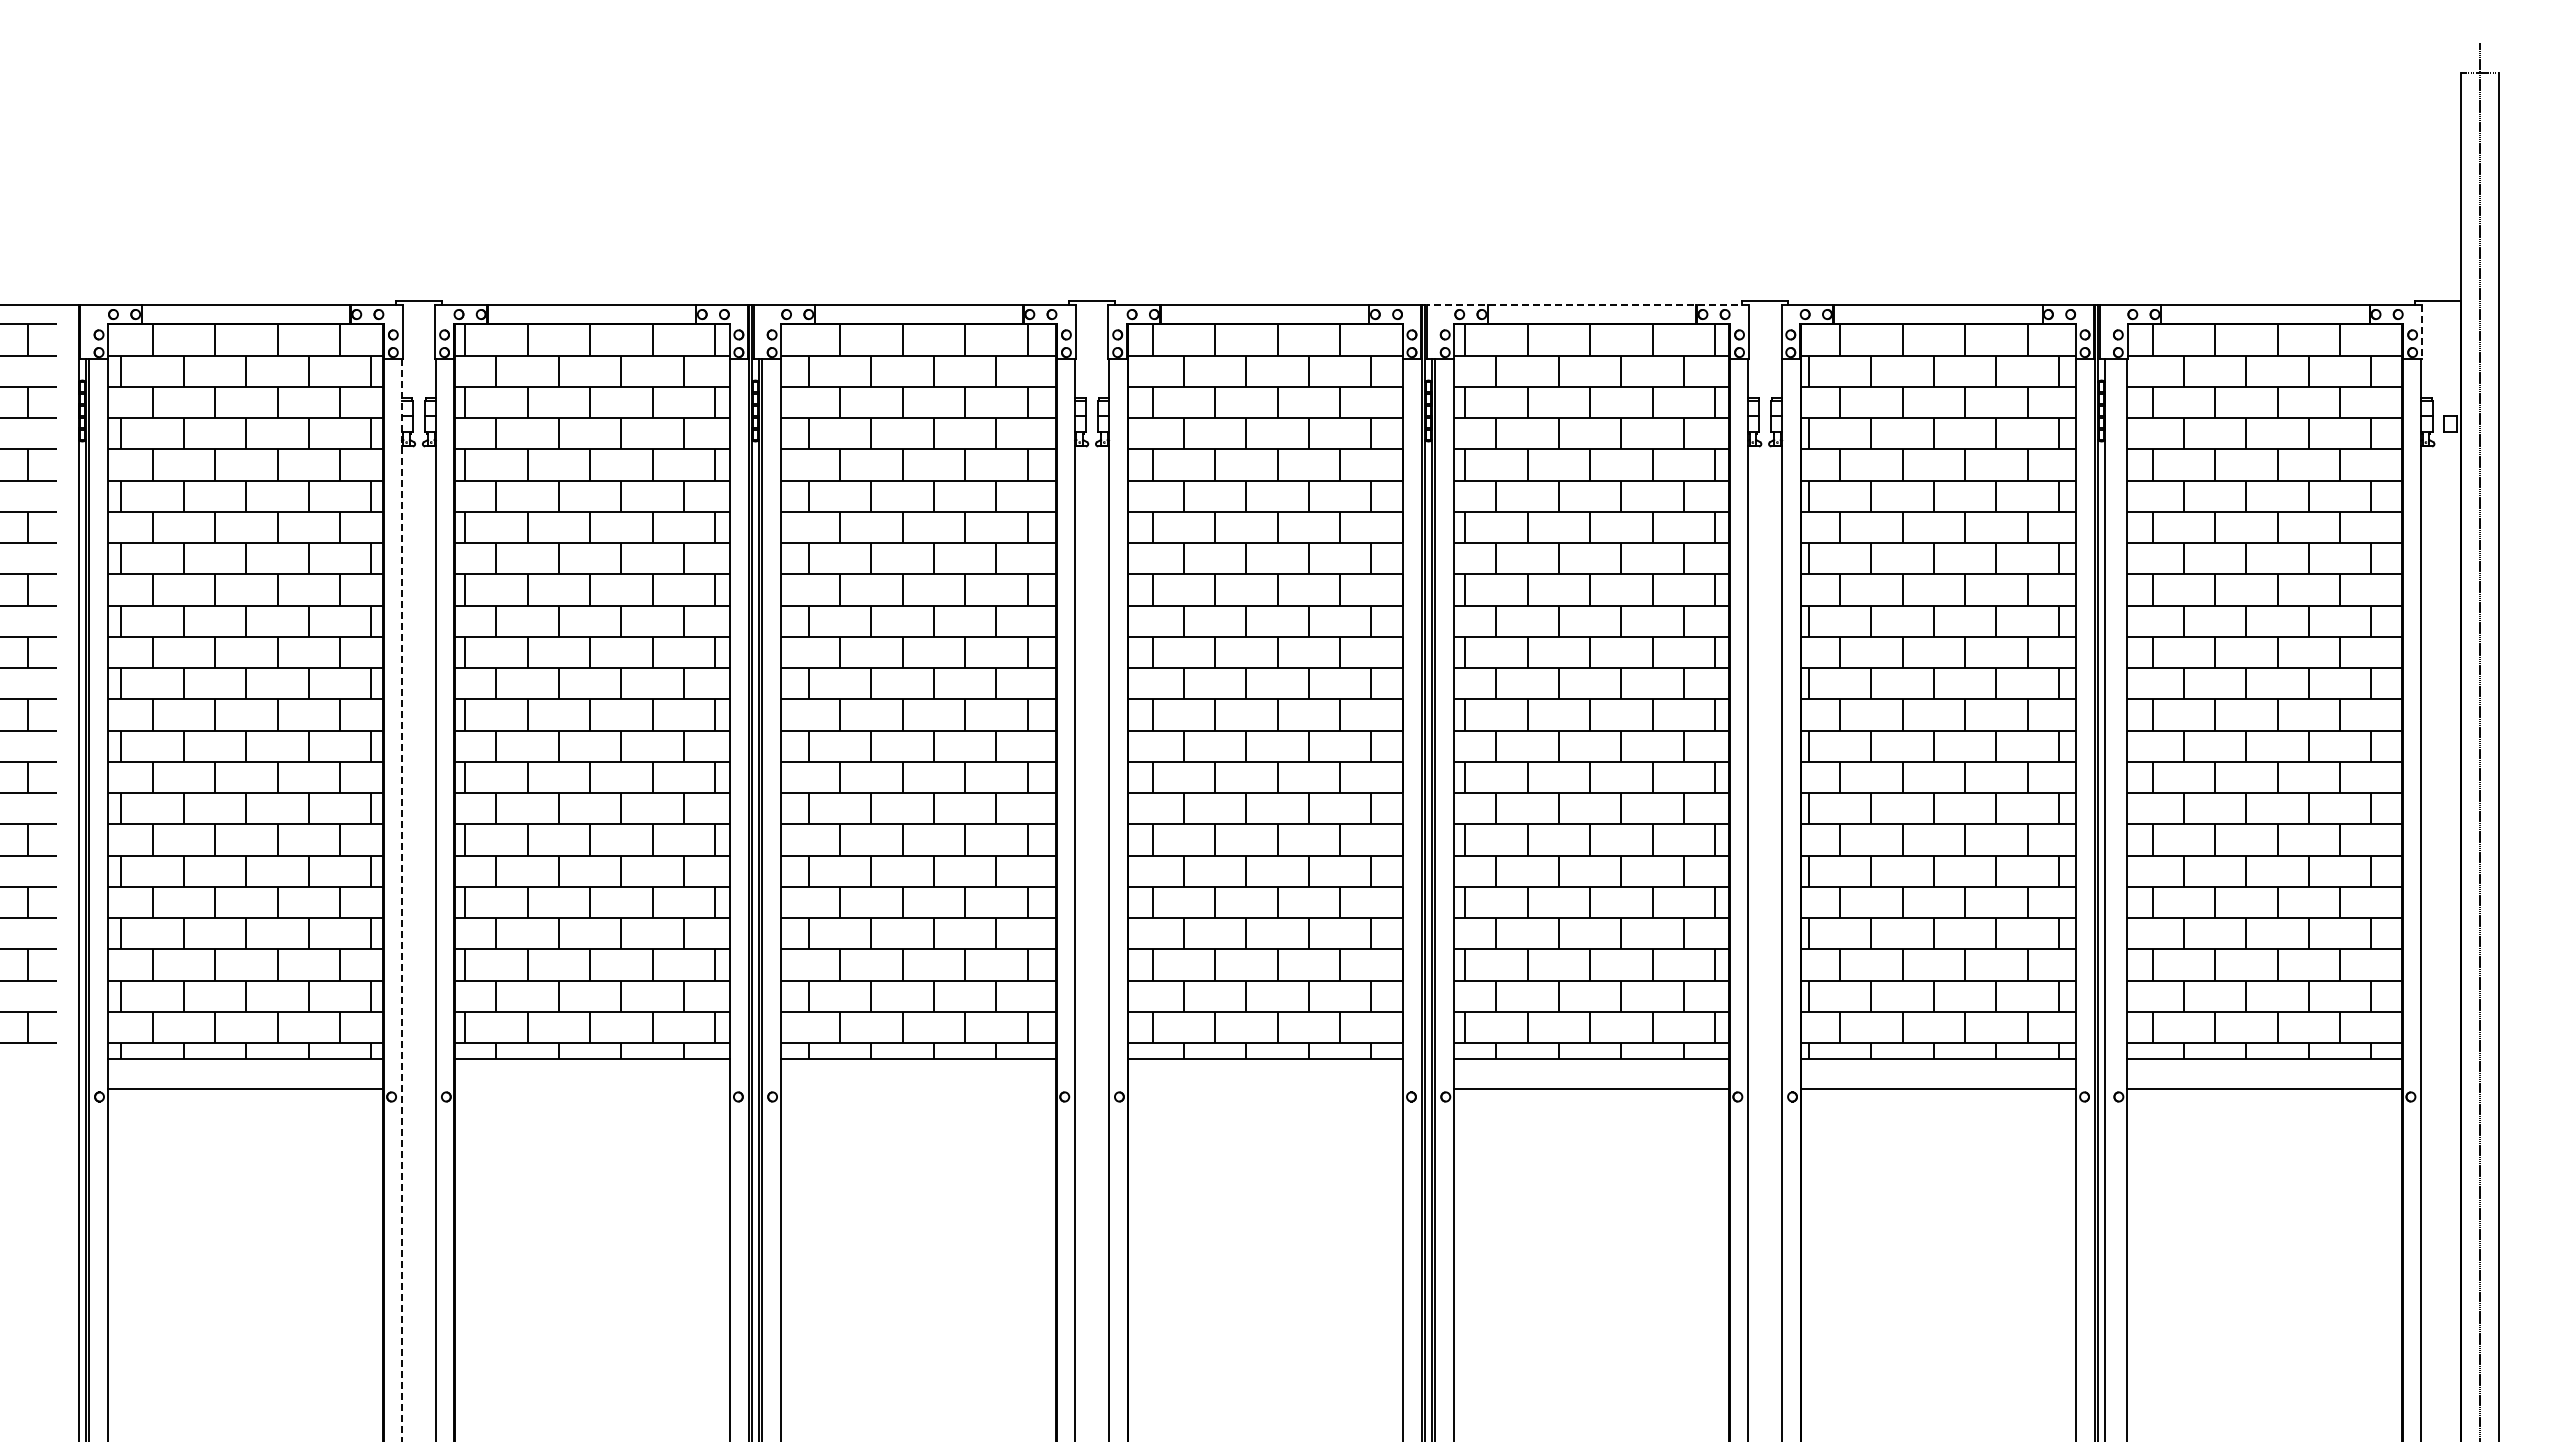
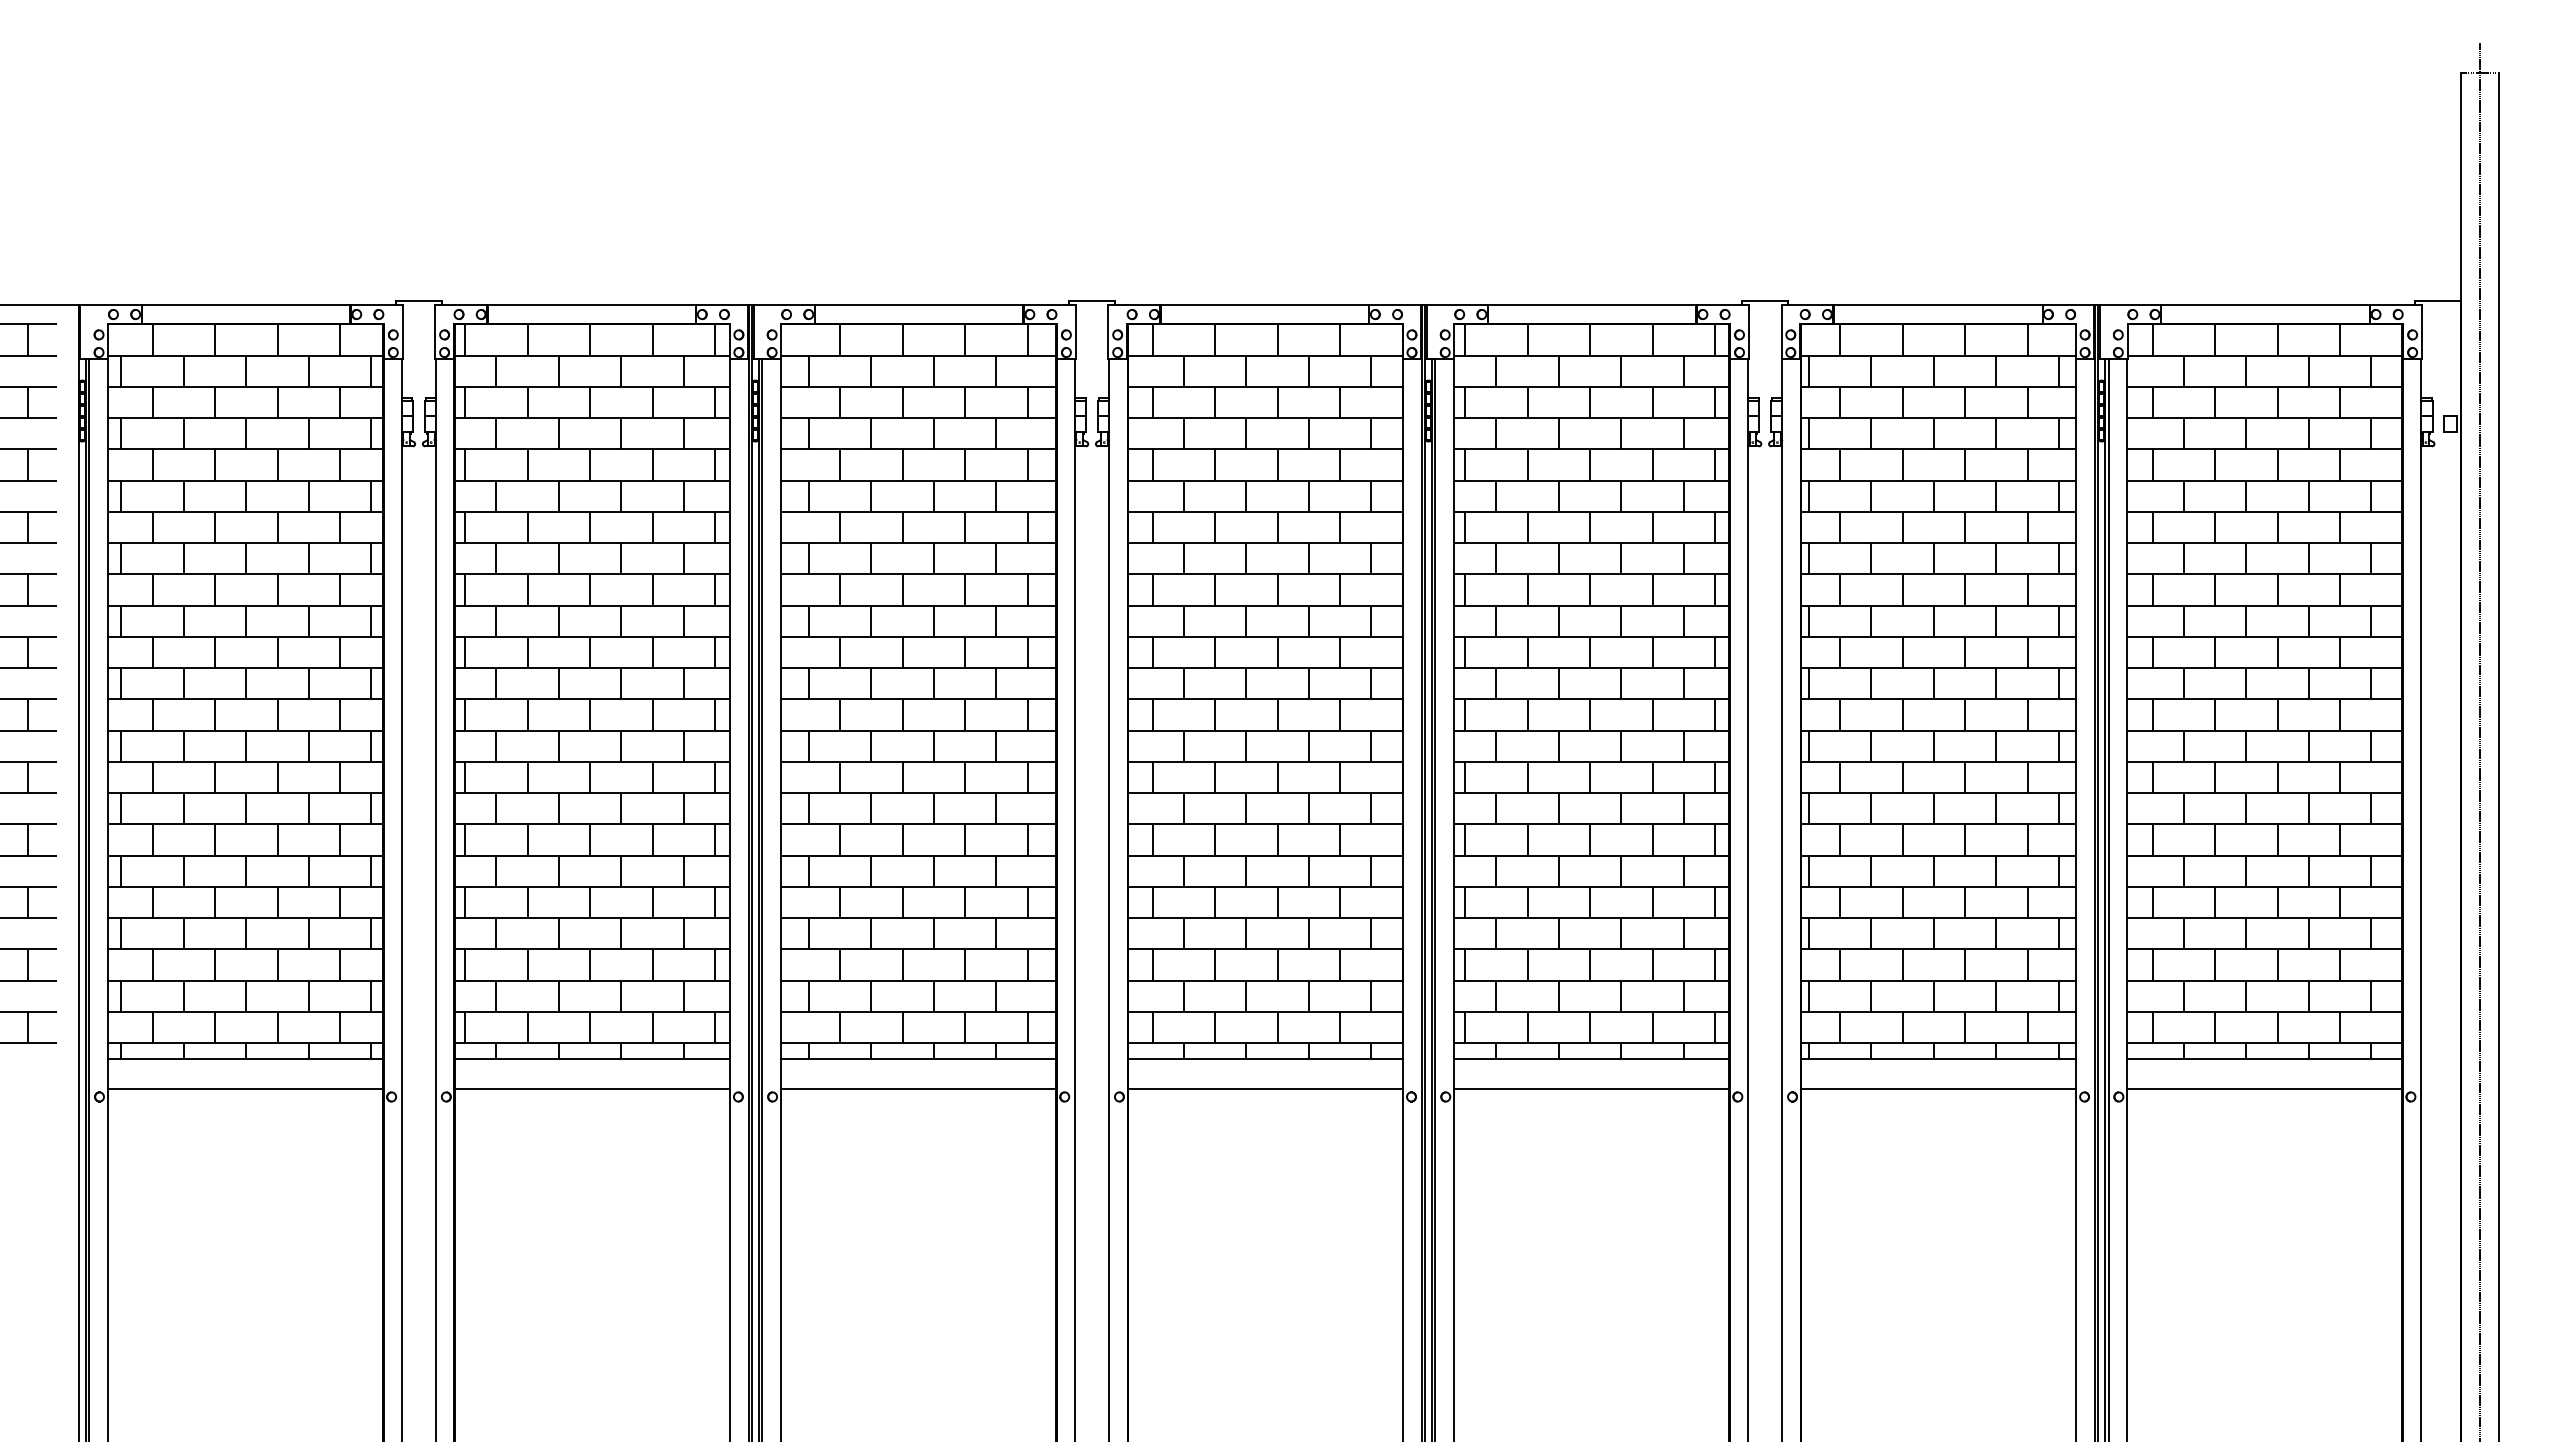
line at (1587, 304): dashed -> solid
line at (2421, 331): dashed -> solid
line at (2108, 898): none -> present
line at (402, 900): dashed -> solid
line at (592, 1089): none -> present
line at (918, 1089): none -> present
line at (1265, 1089): none -> present
